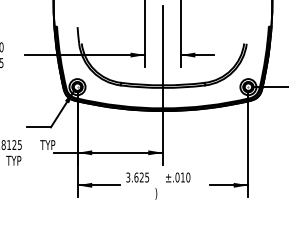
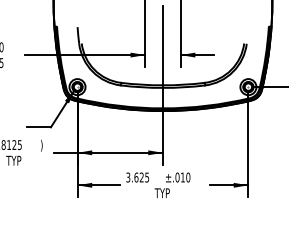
text at (47, 145): TYP -> )
text at (161, 193): ) -> TYP
